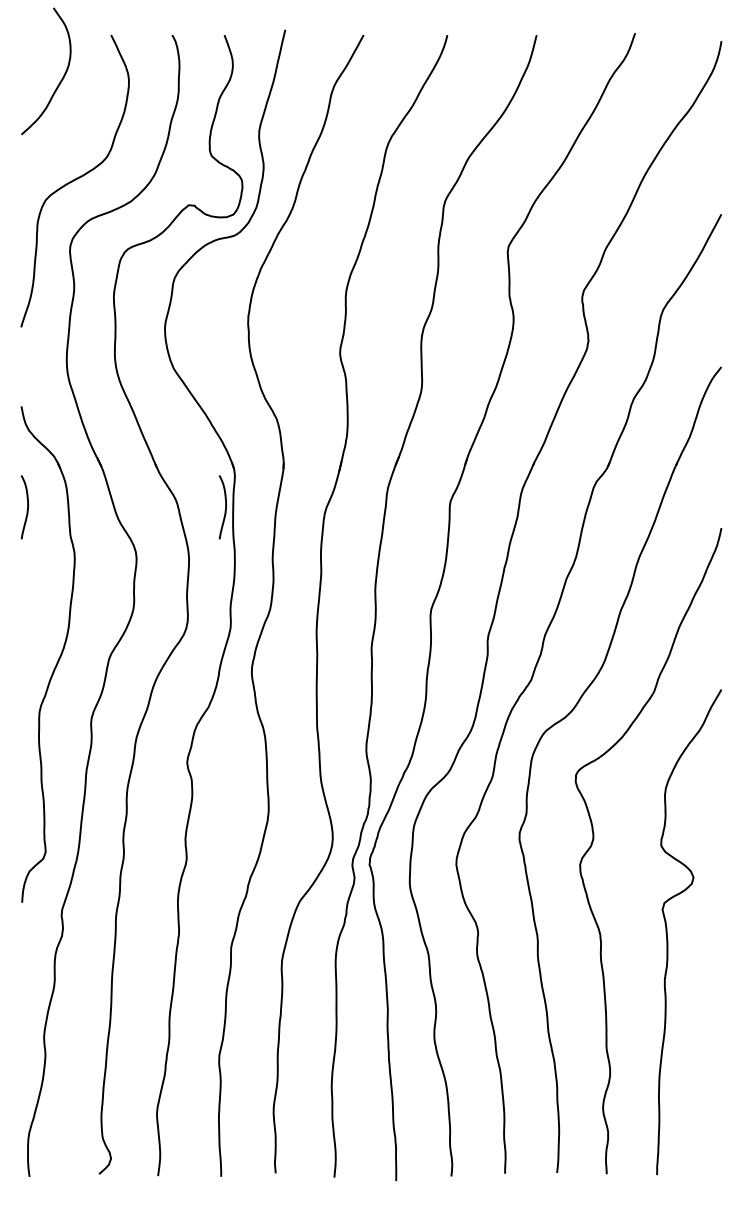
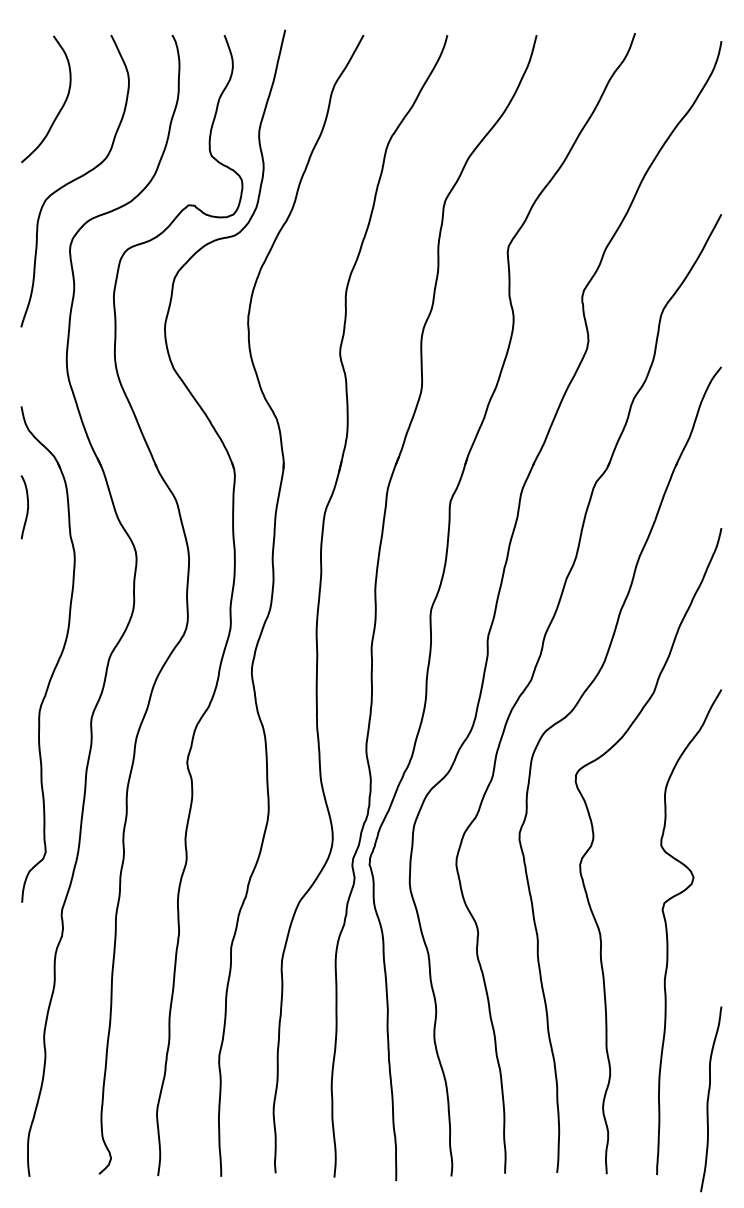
curve at (61, 78) position: (61, 78) -> (61, 106)
curve at (225, 507): present -> none
curve at (709, 1097): none -> present
